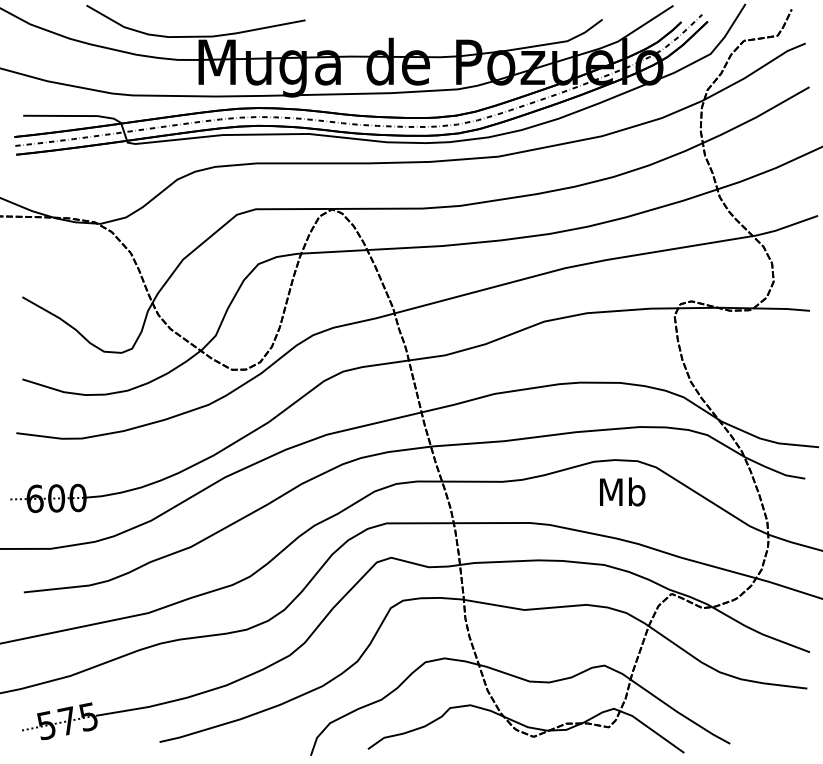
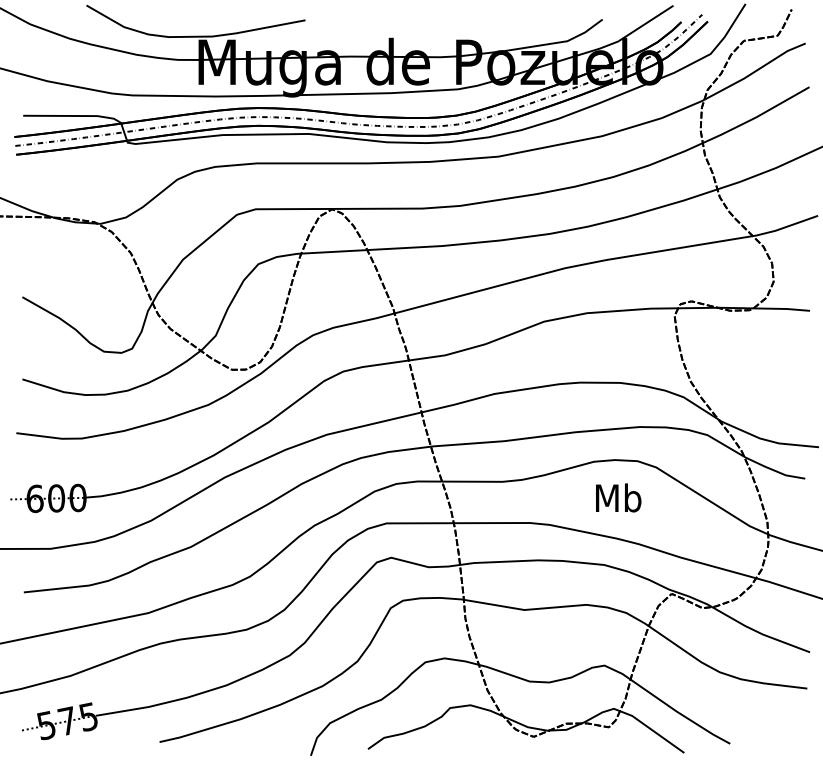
text at (622, 491) position: (622, 491) -> (618, 497)
